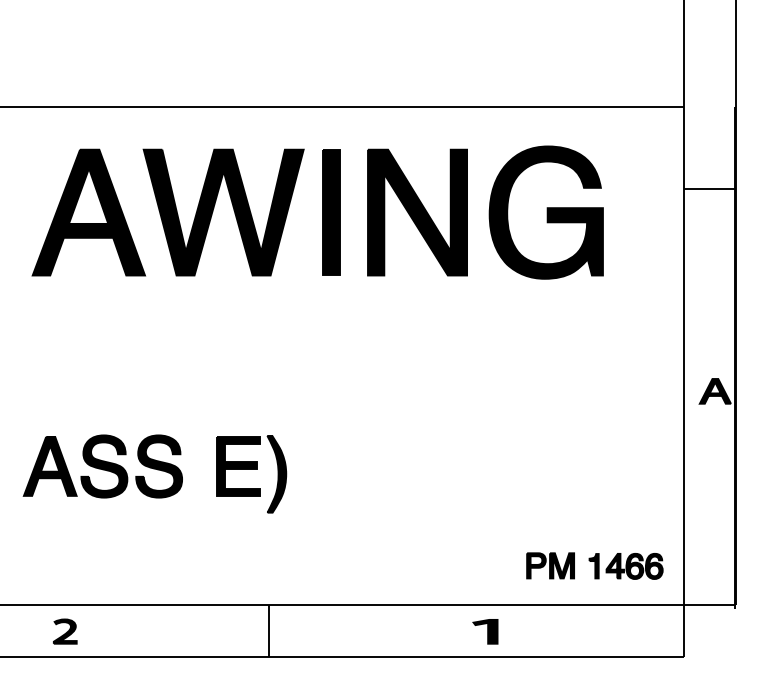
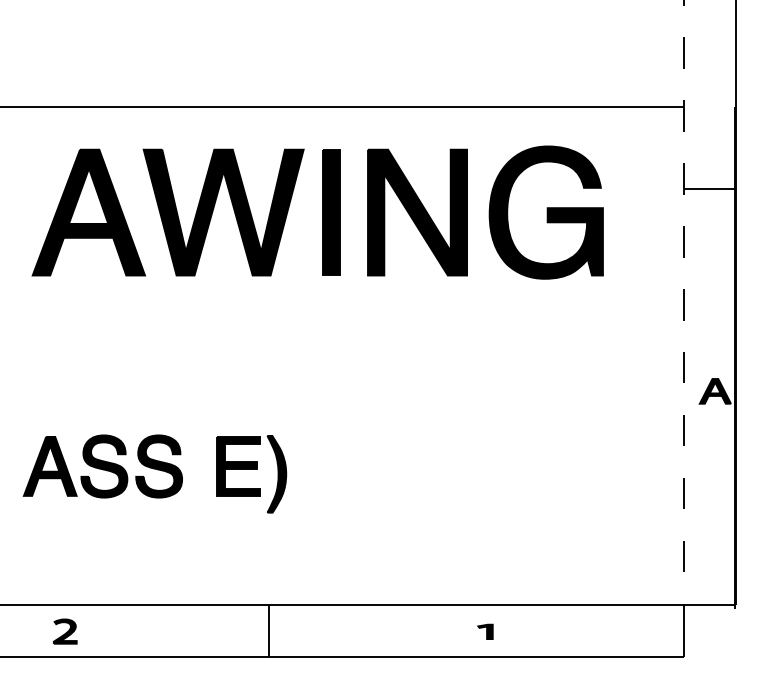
line at (684, 302): solid -> dashed
part at (594, 565): present -> none
part at (485, 631) size: 27x26 px -> 17x17 px
